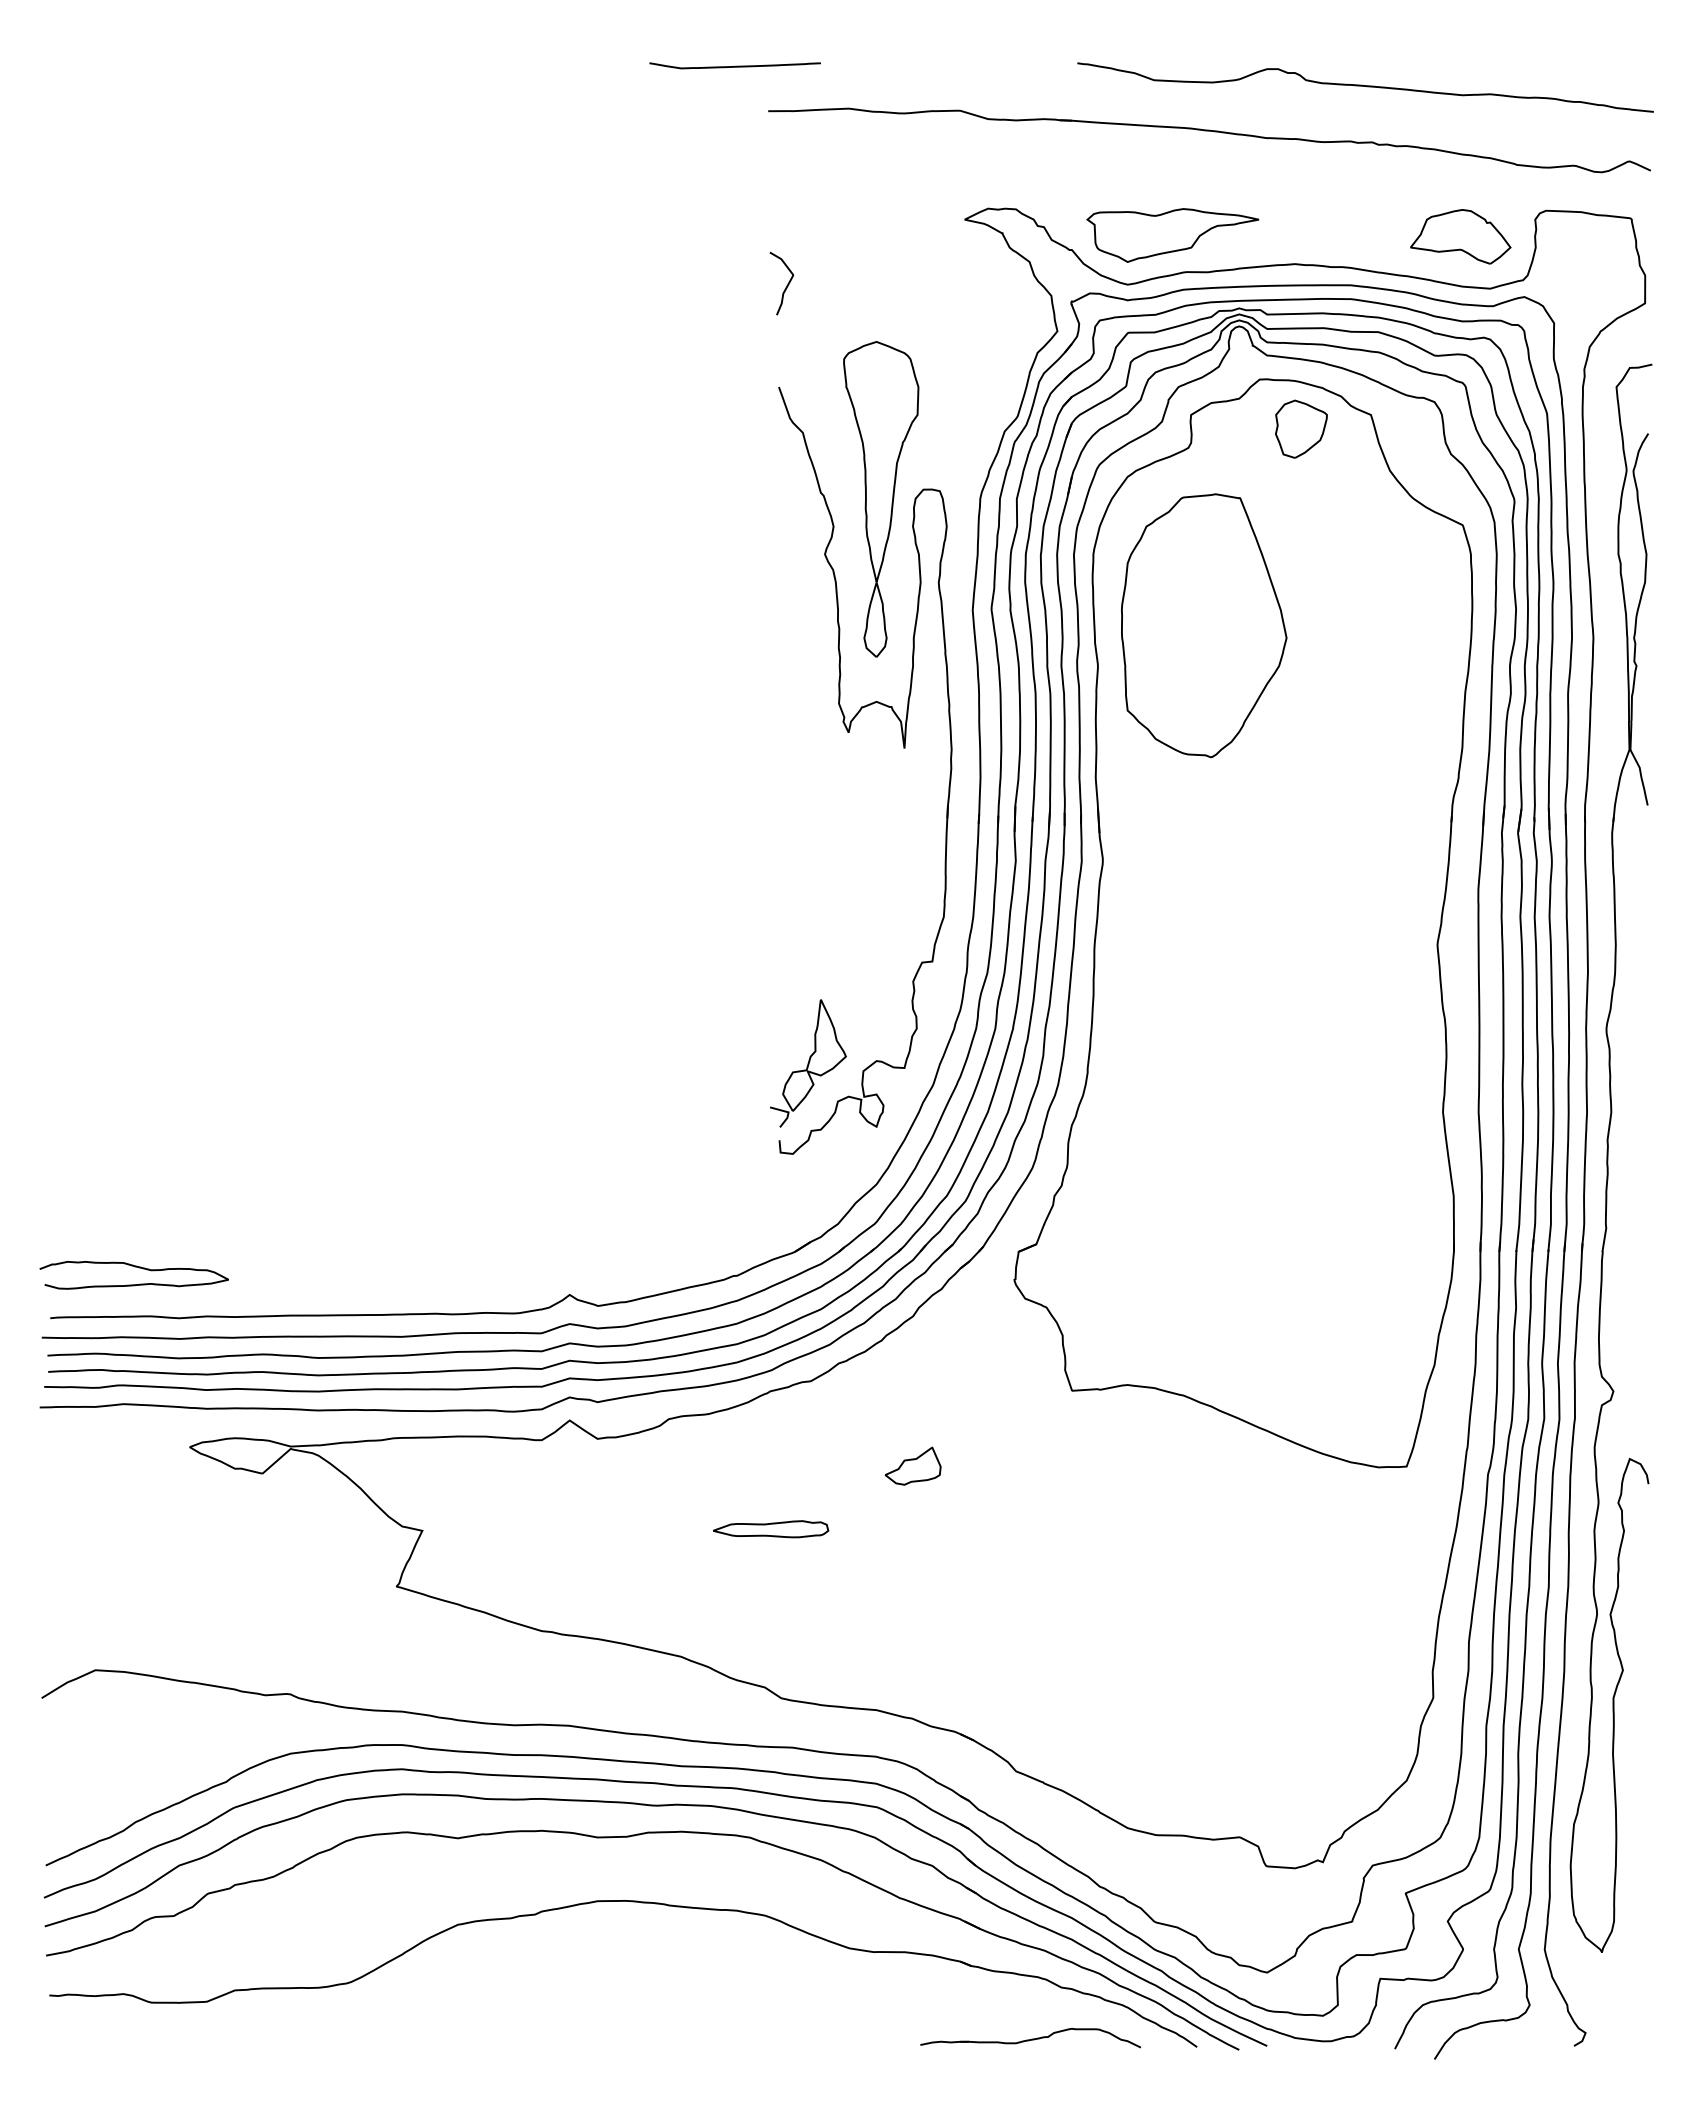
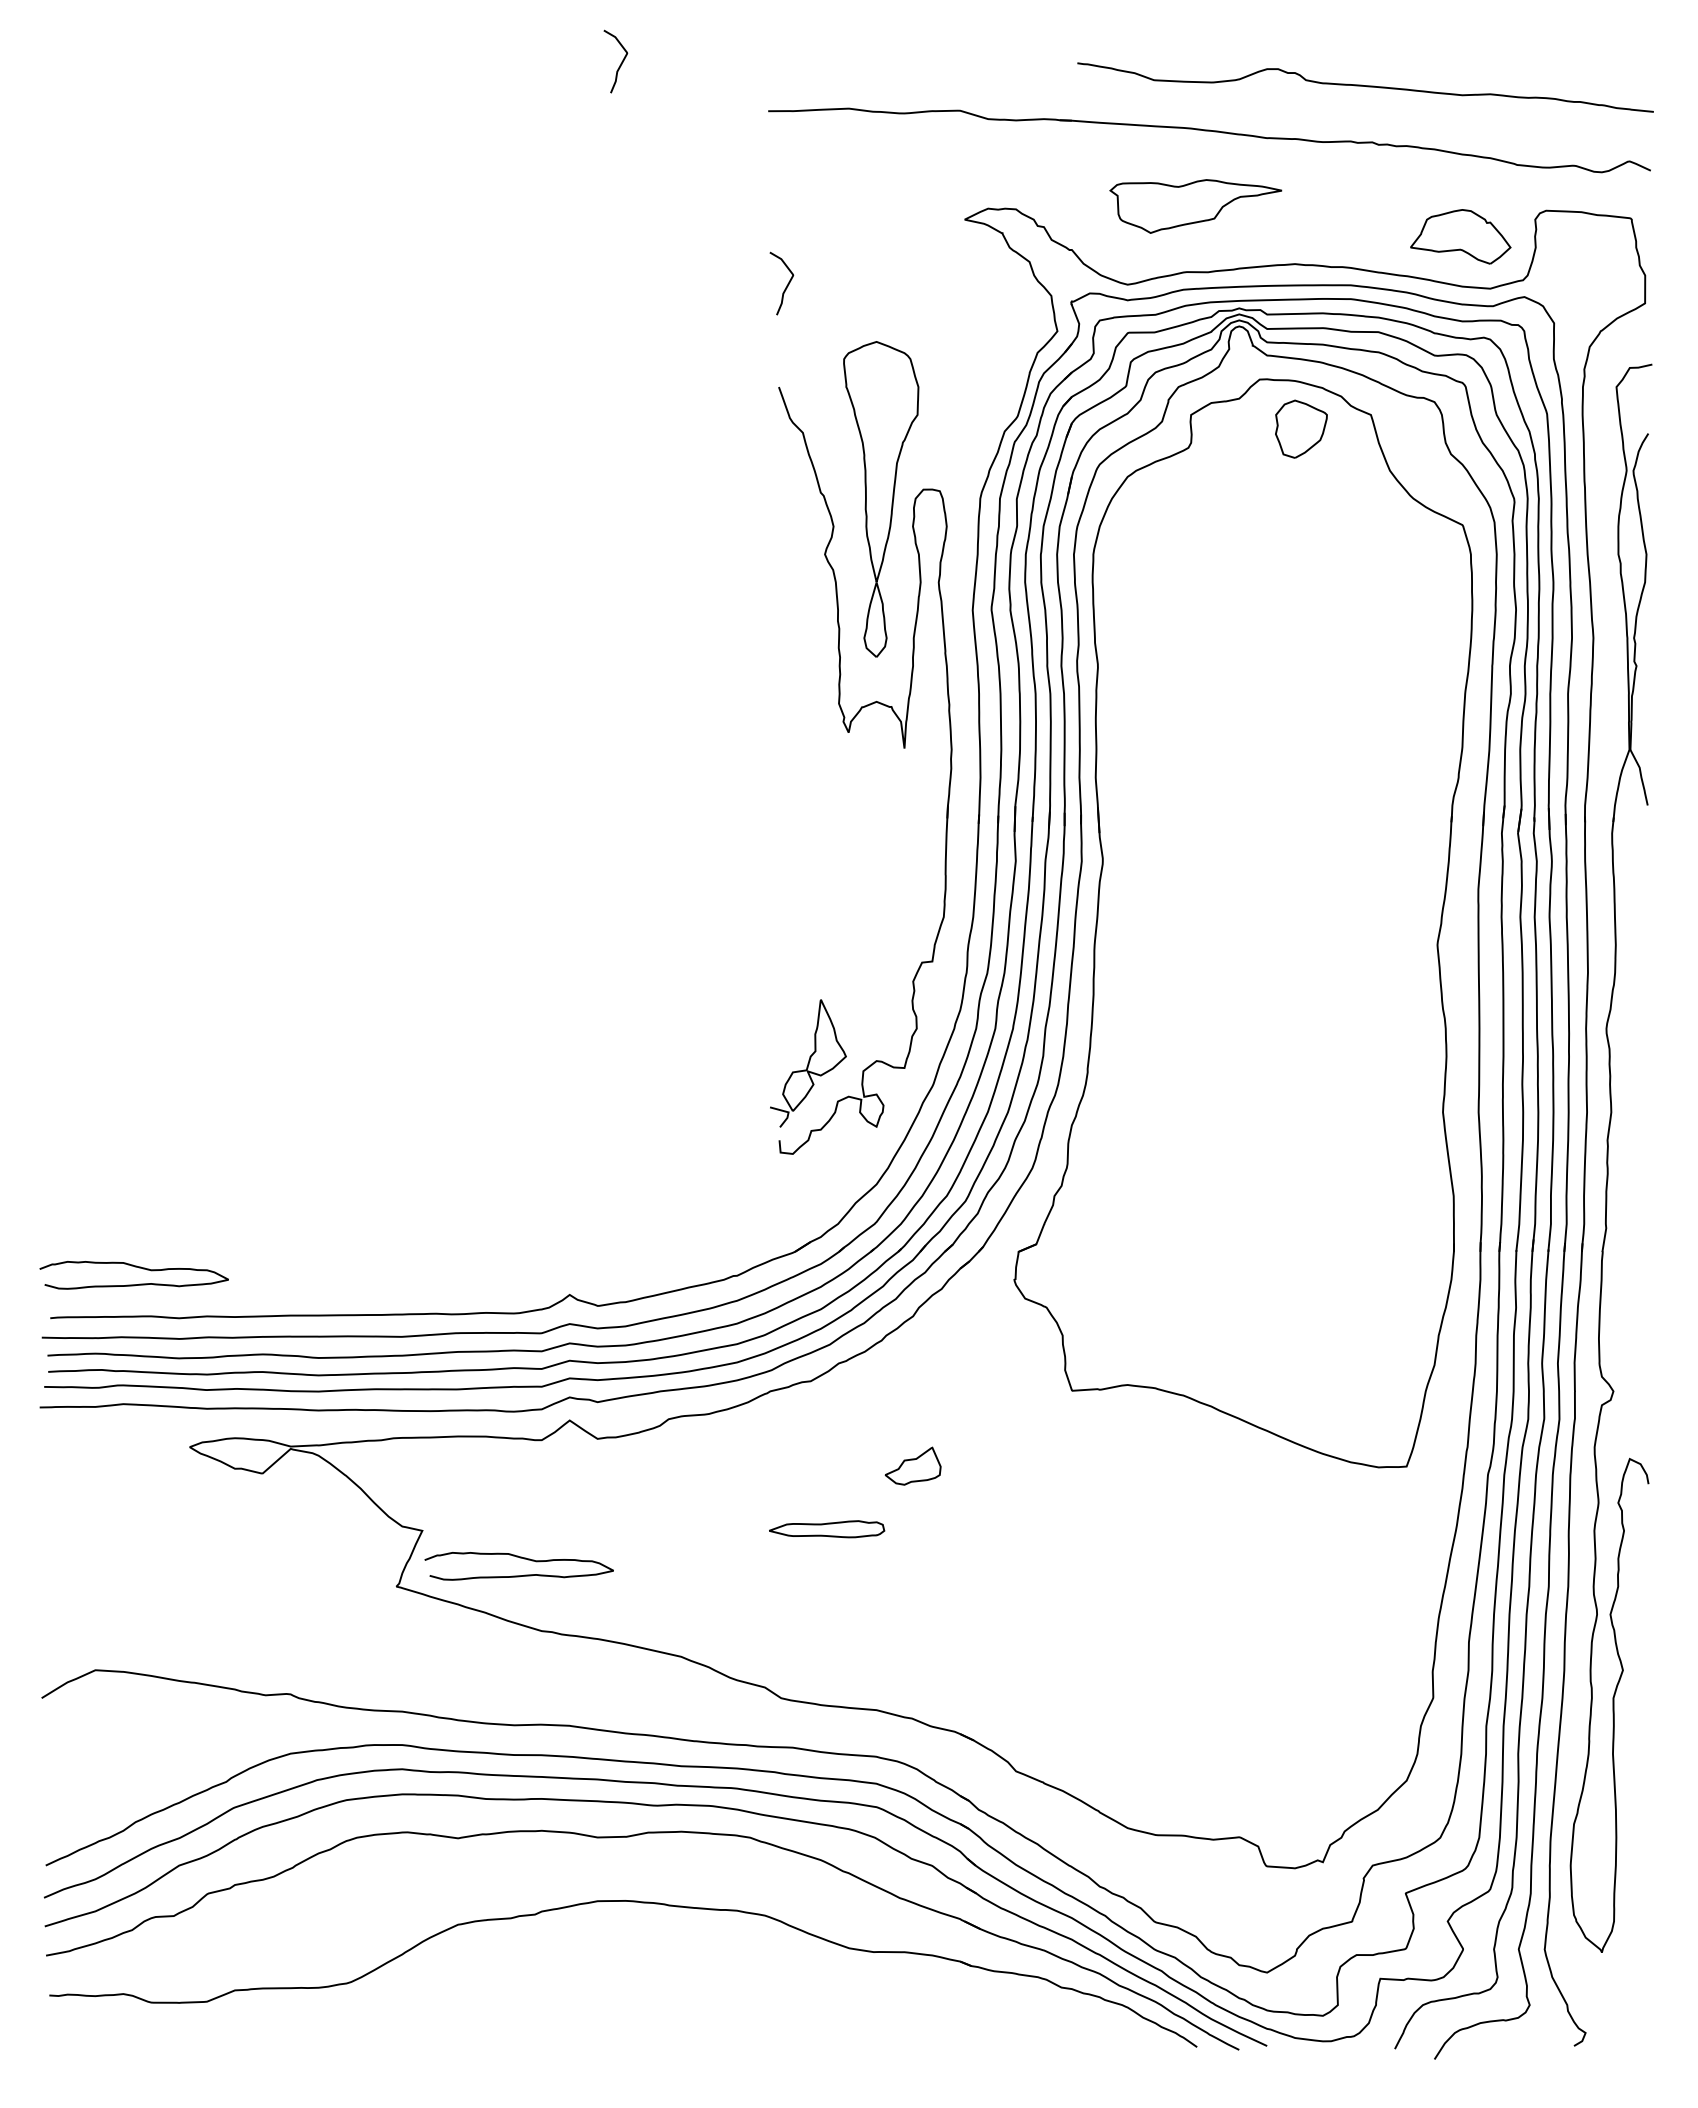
curve at (620, 63): none -> present
curve at (734, 65): present -> none
part at (1172, 235) position: (1172, 235) -> (1195, 206)
part at (1204, 625): present -> none
part at (771, 1529) position: (771, 1529) -> (827, 1529)
curve at (519, 1558): none -> present
part at (1030, 2037): present -> none
